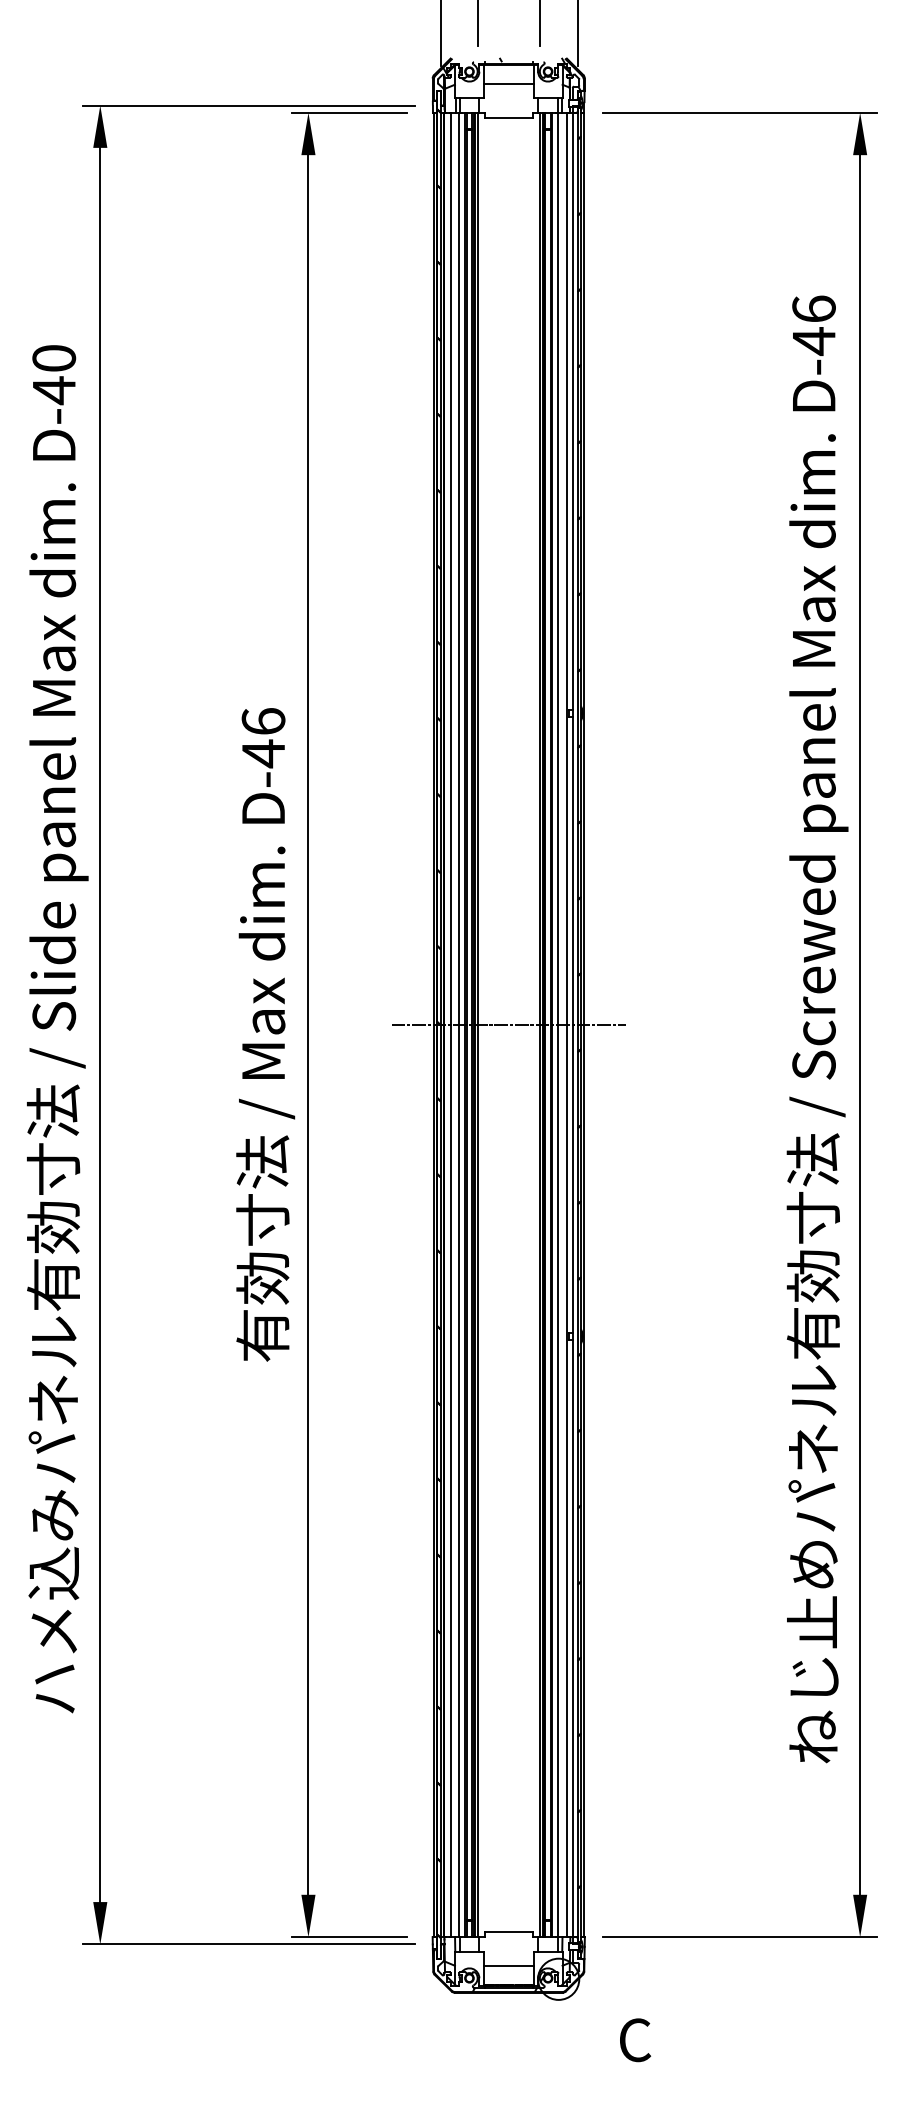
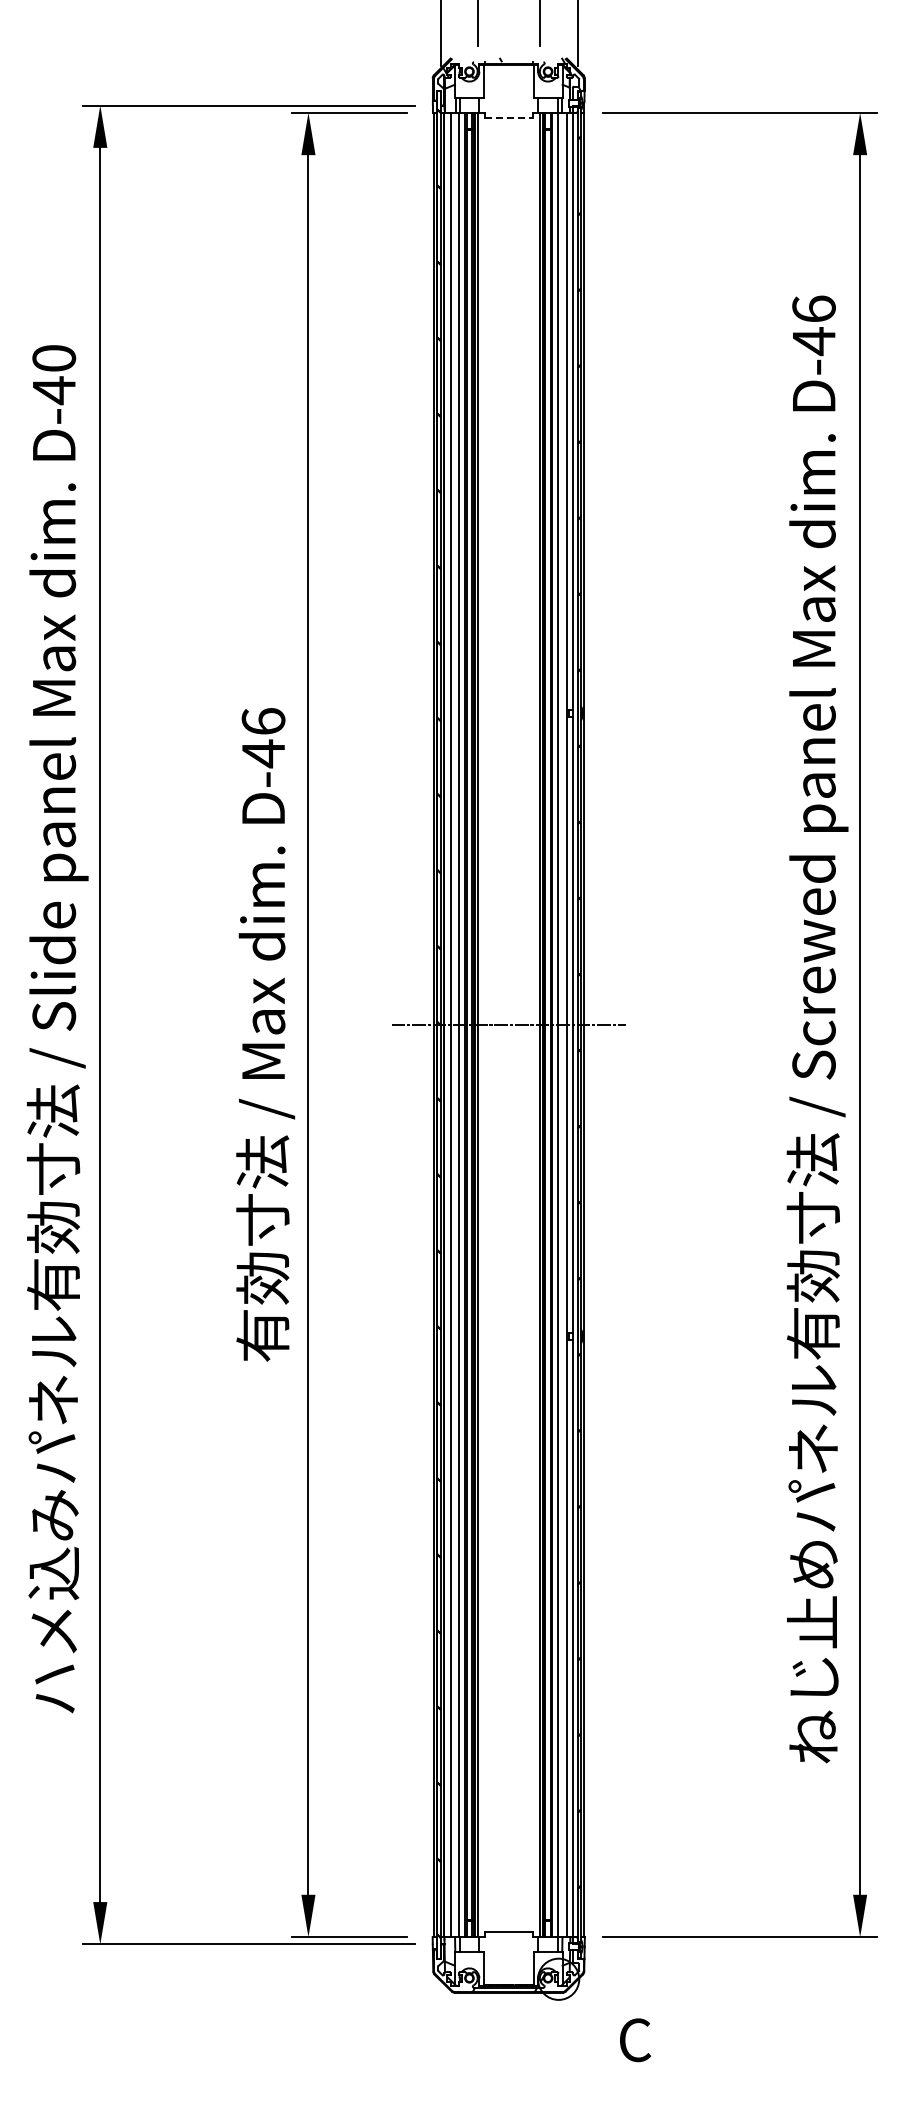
line at (508, 84): present -> none
line at (509, 117): solid -> dashed
line at (508, 1966): present -> none
